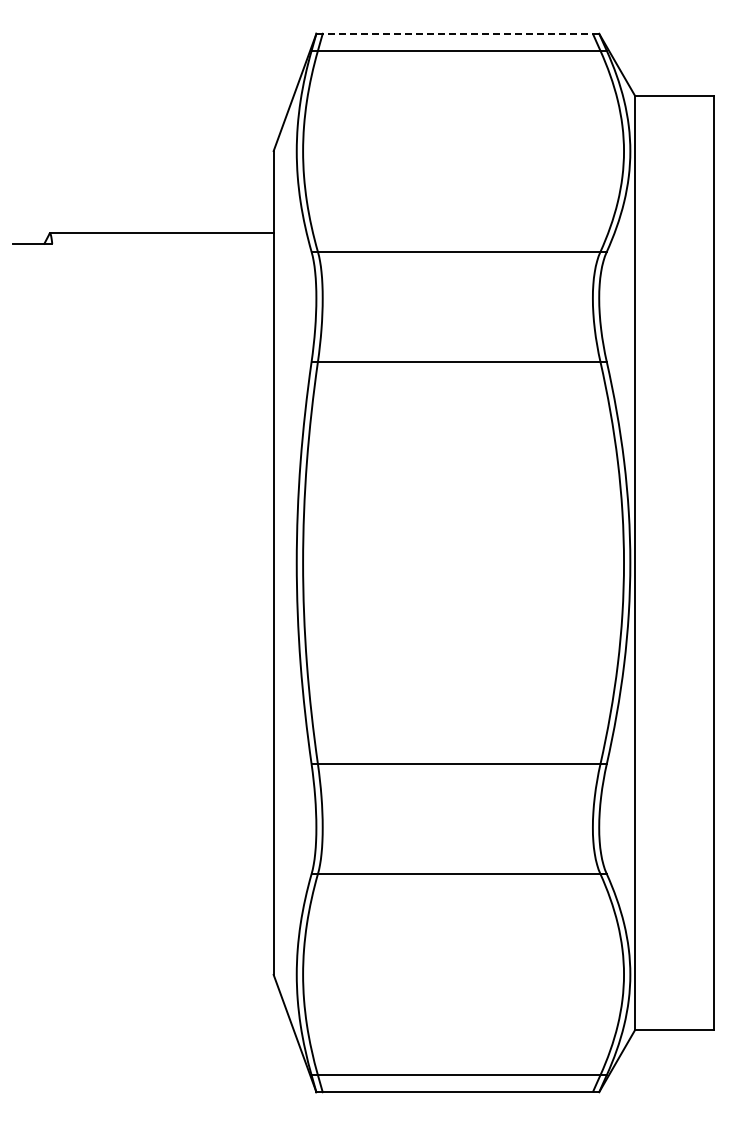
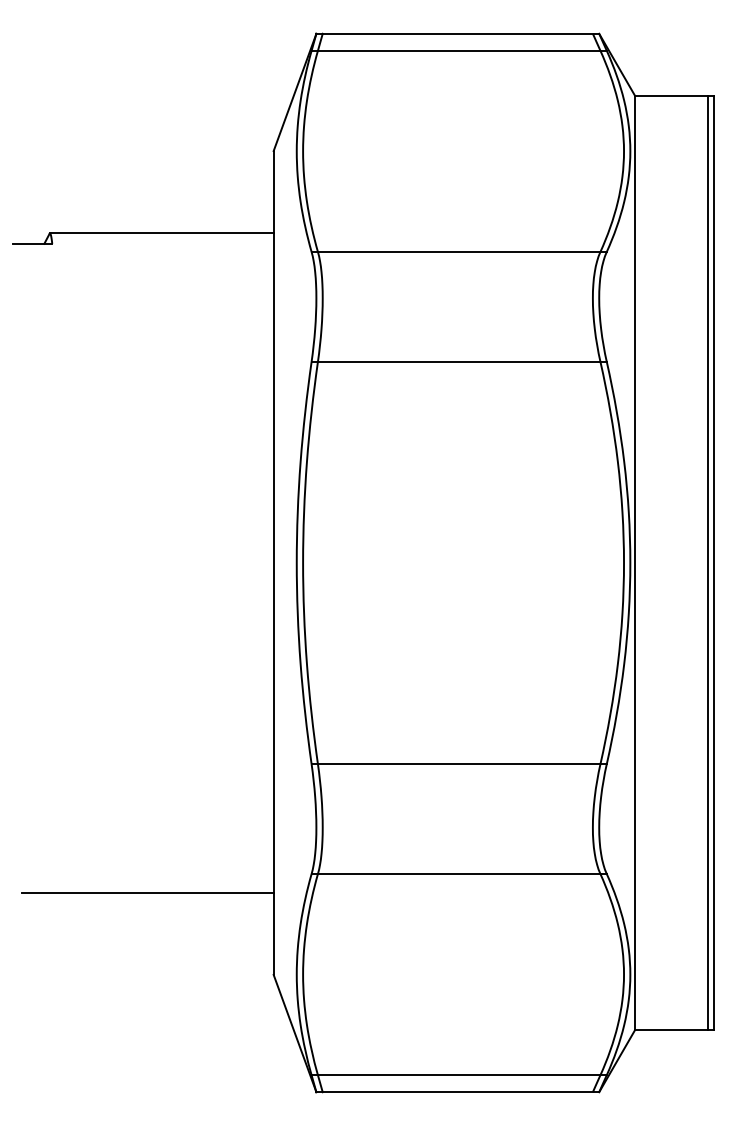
line at (457, 33): dashed -> solid
line at (707, 562): none -> present
line at (147, 892): none -> present
